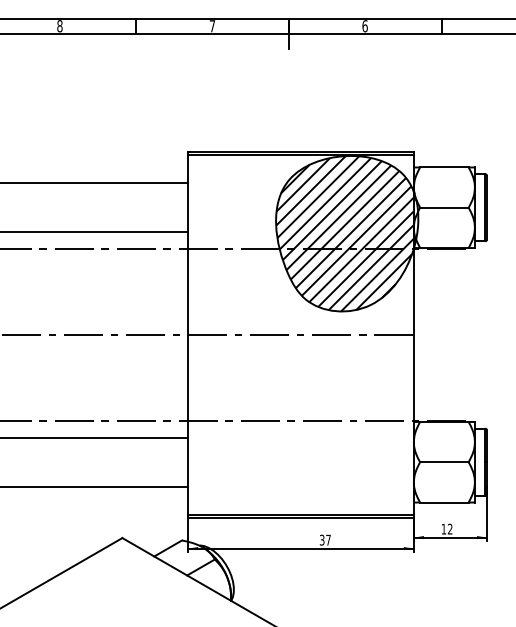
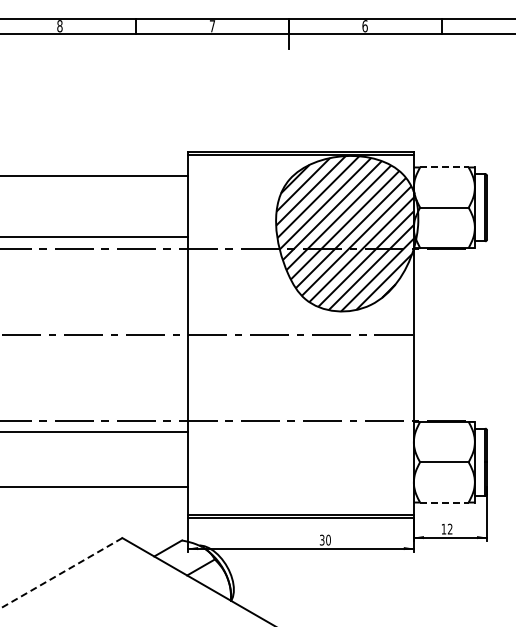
line at (444, 167): solid -> dashed
line at (95, 183) position: (95, 183) -> (95, 176)
line at (95, 232) position: (95, 232) -> (95, 237)
line at (95, 437) position: (95, 437) -> (95, 431)
line at (444, 502): solid -> dashed
text at (328, 539): 37 -> 30
line at (61, 573): solid -> dashed
